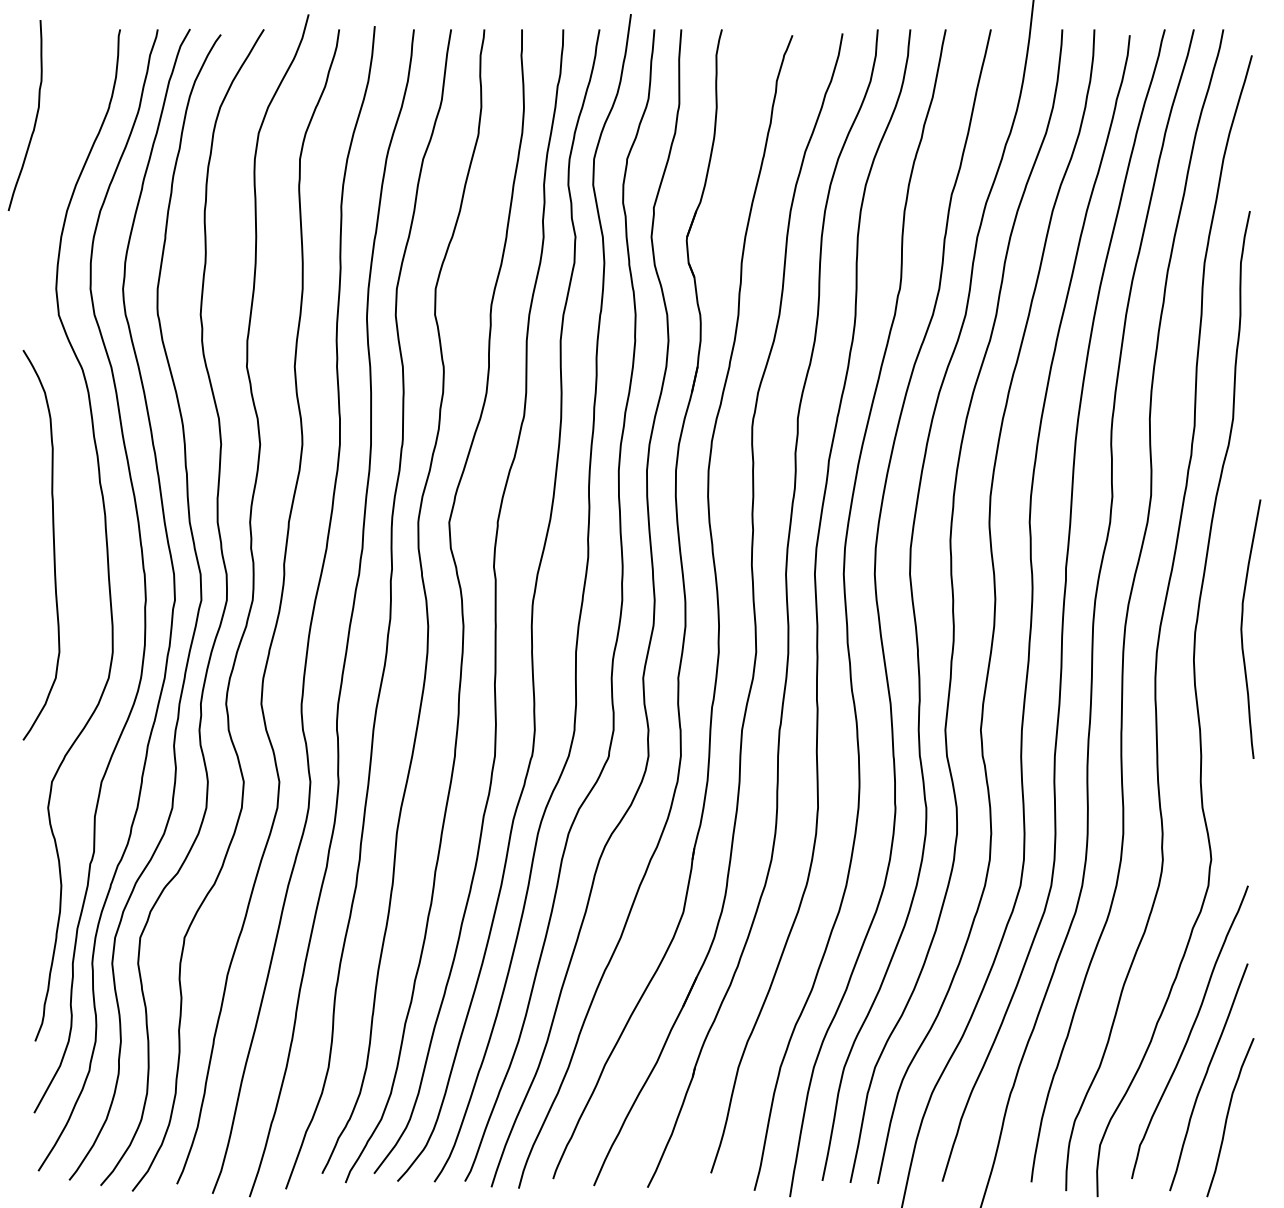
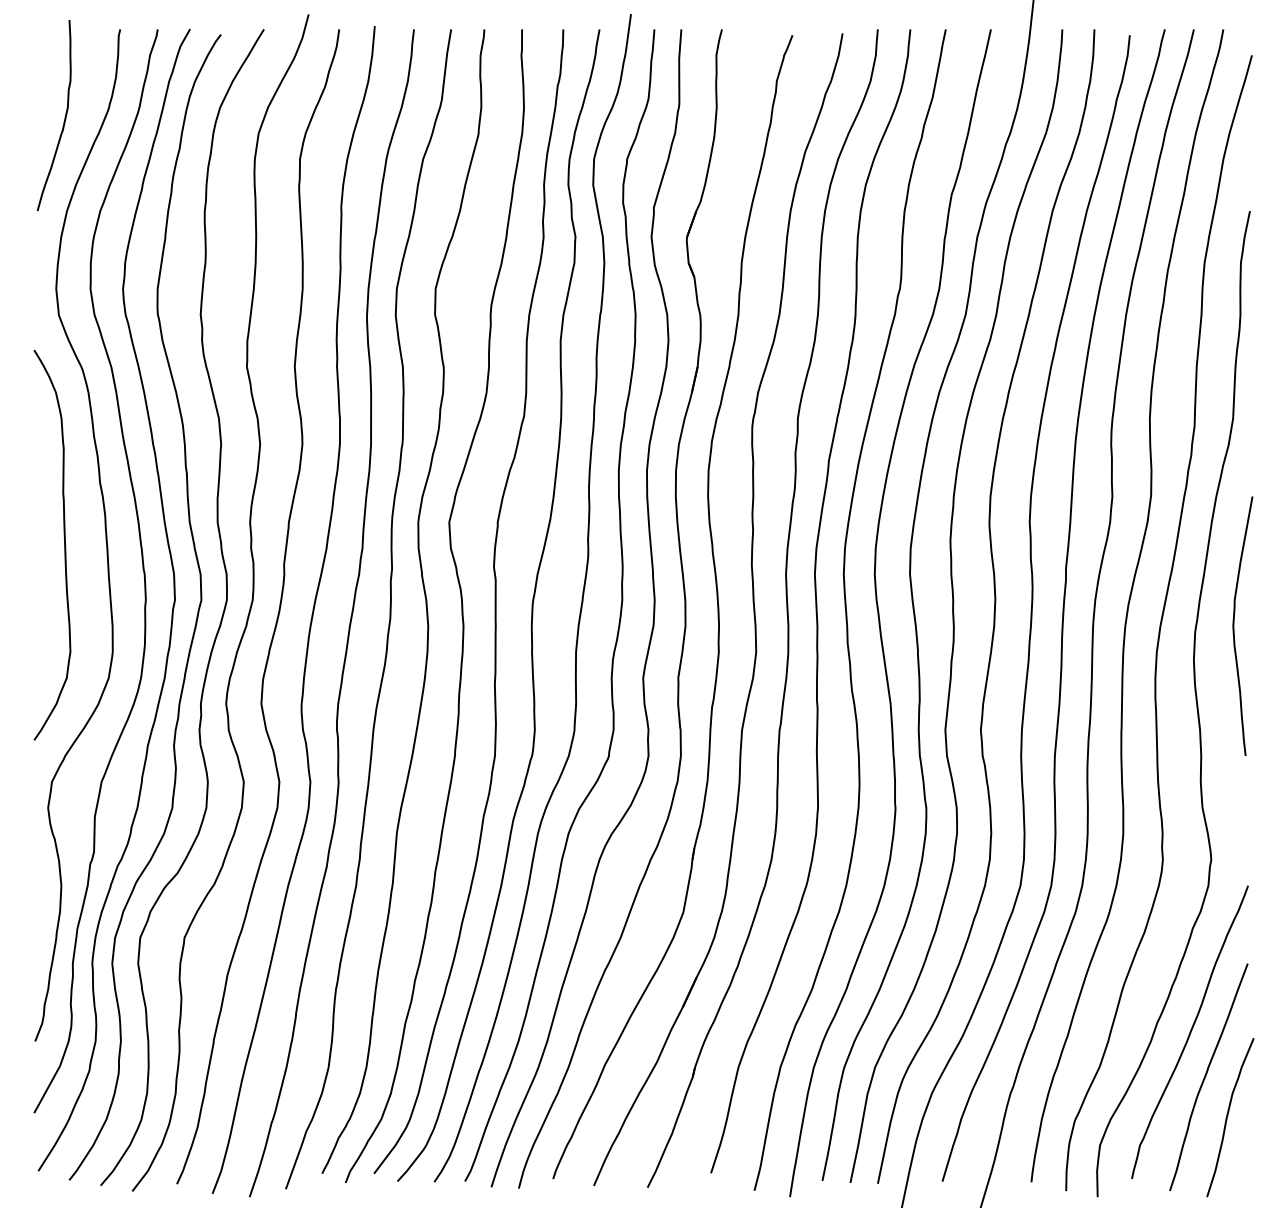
curve at (35, 117) position: (35, 117) -> (64, 117)
curve at (53, 545) position: (53, 545) -> (64, 545)
curve at (1242, 628) position: (1242, 628) -> (1234, 625)
